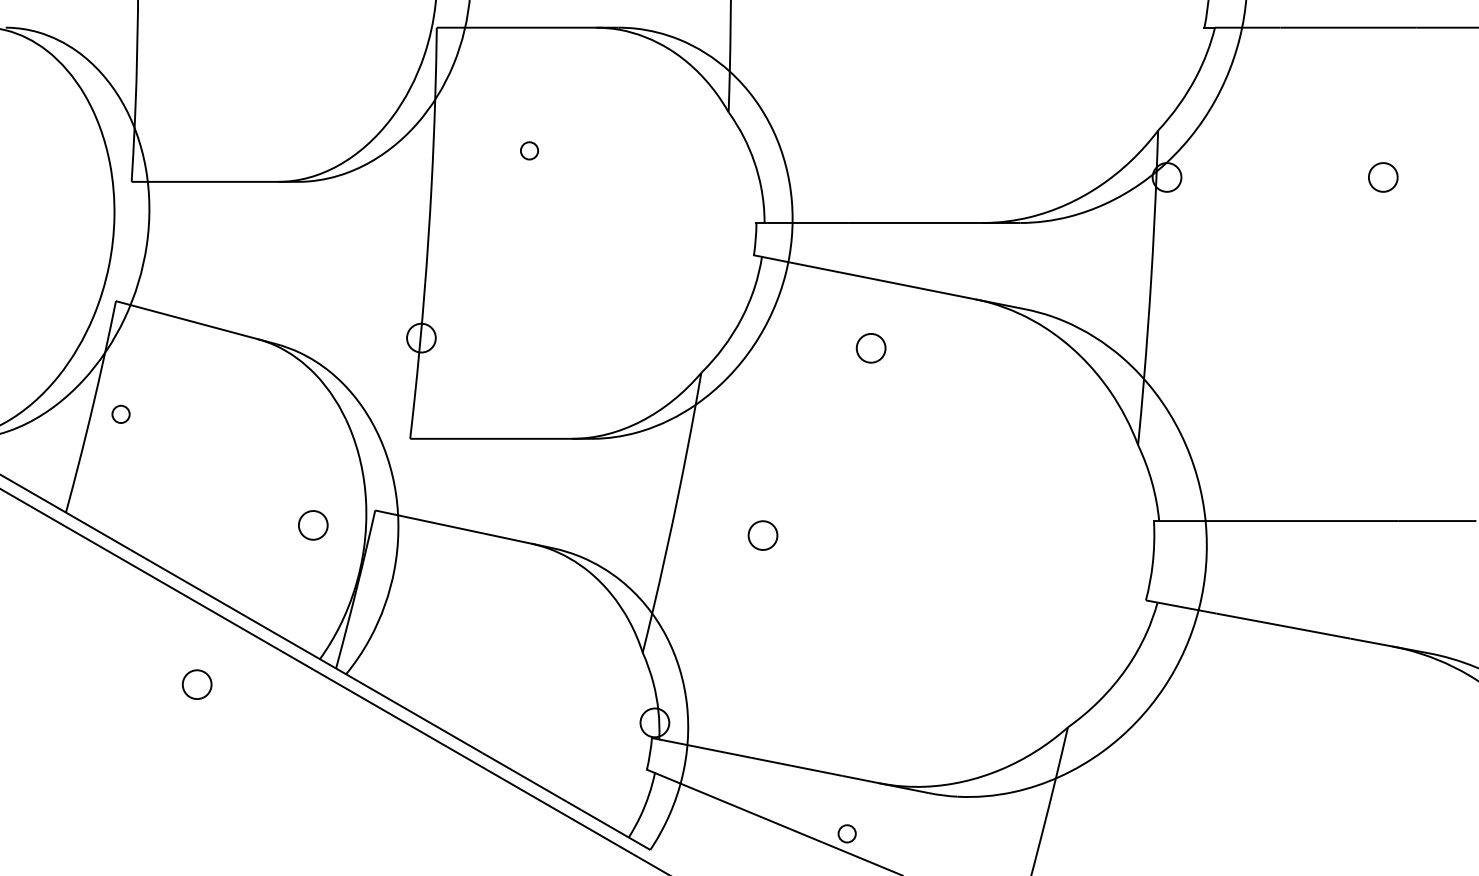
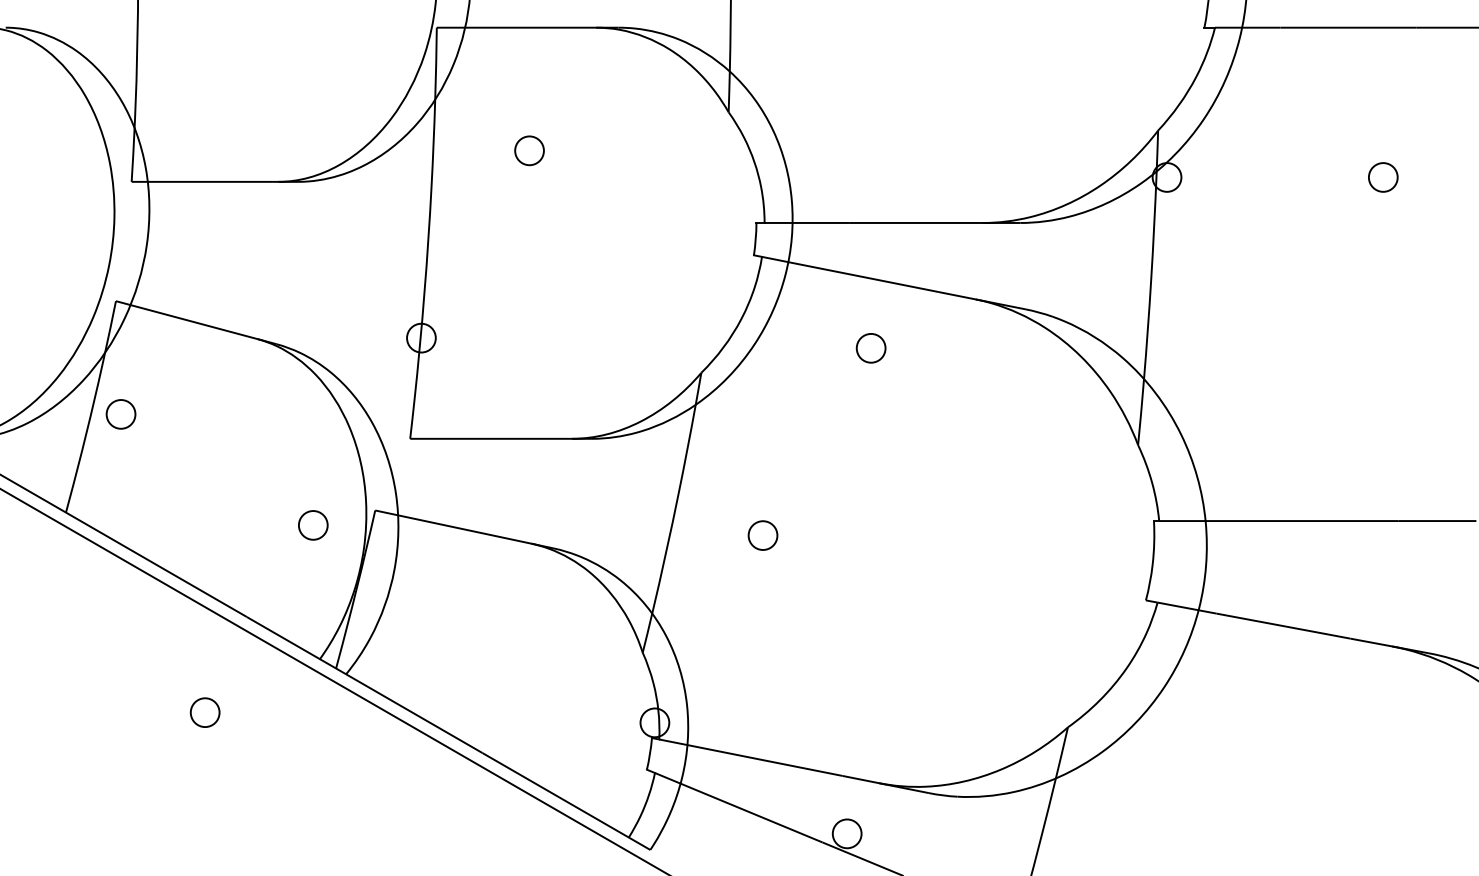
circle at (529, 150) size: 19x20 px -> 31x32 px
circle at (120, 414) diameter: 17 px -> 29 px
circle at (196, 684) position: (196, 684) -> (204, 712)
circle at (846, 833) diameter: 17 px -> 29 px
